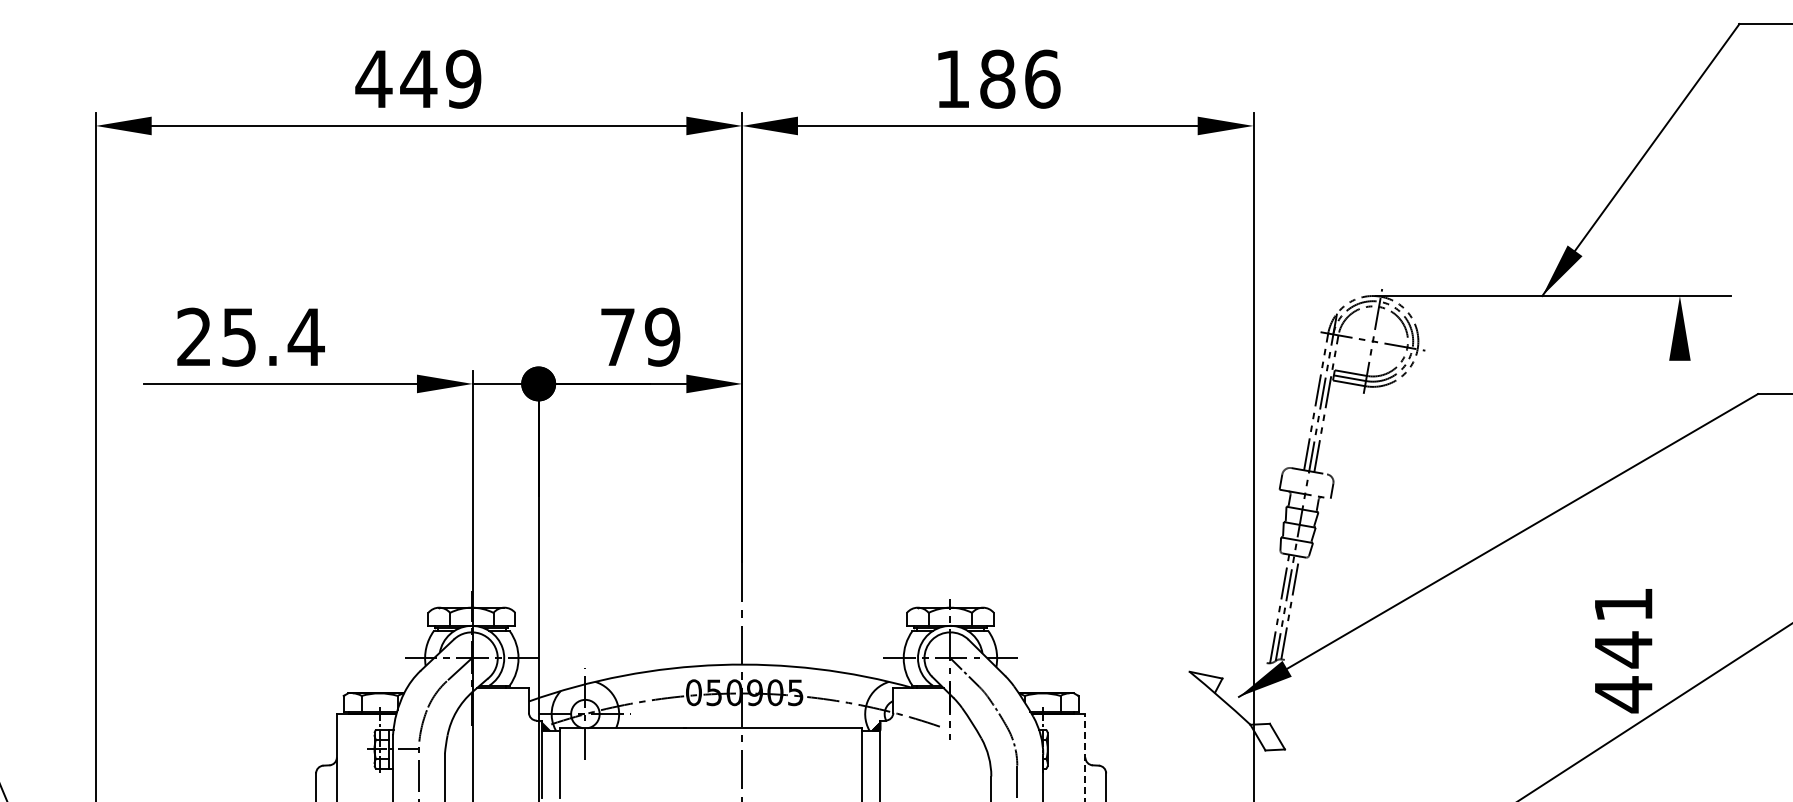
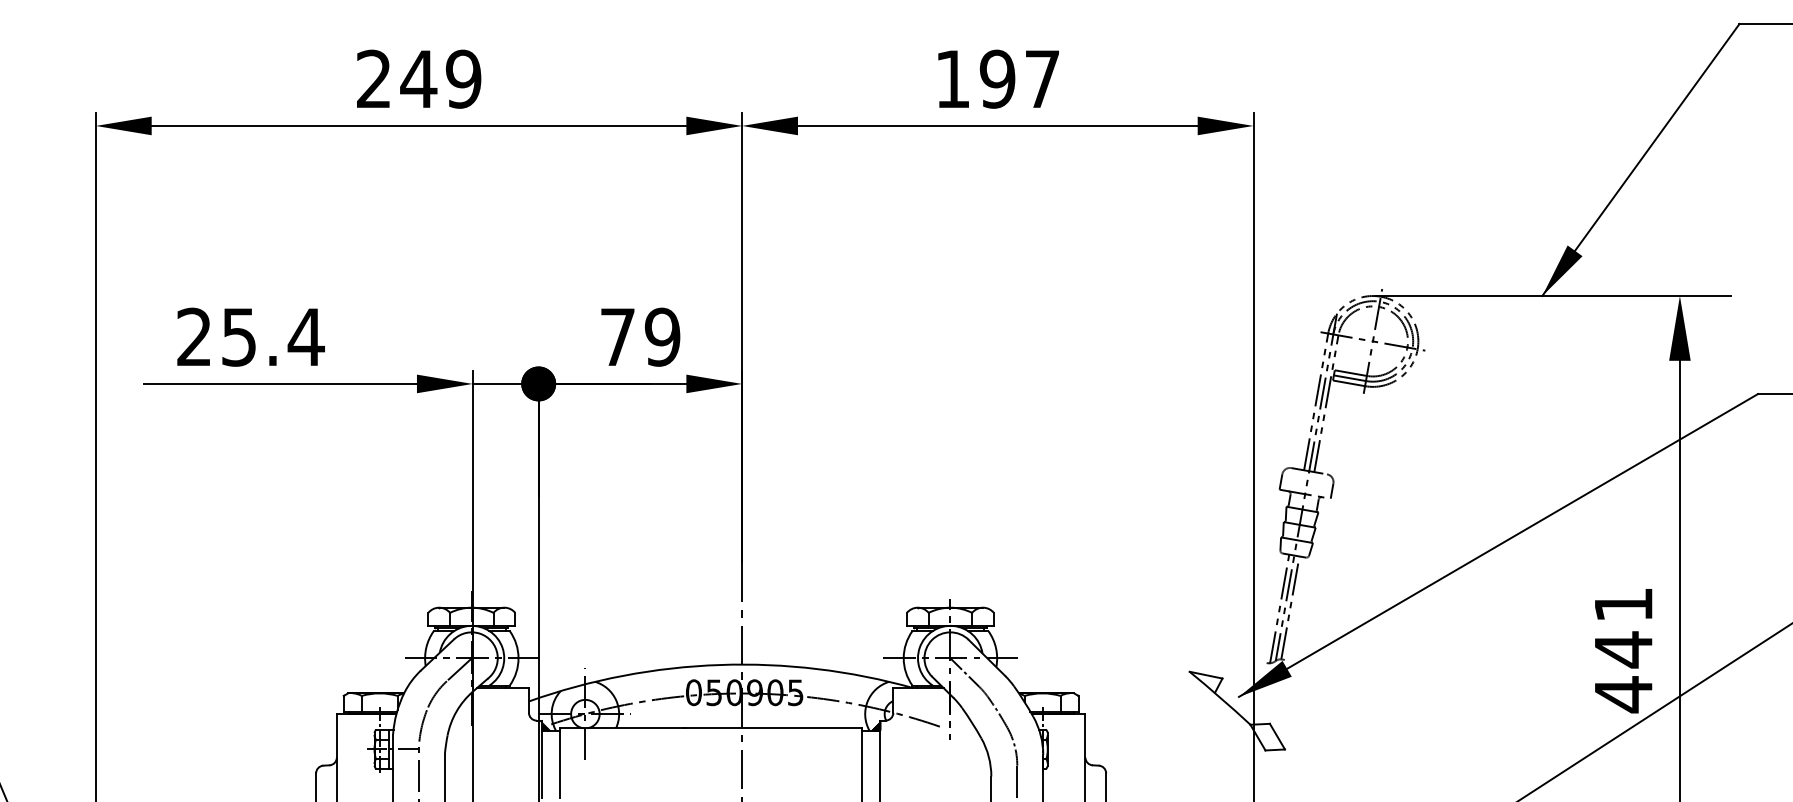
text at (373, 78): 449 -> 249
text at (1019, 78): 186 -> 197
line at (1679, 571): none -> present
line at (1085, 757): dashed -> solid
